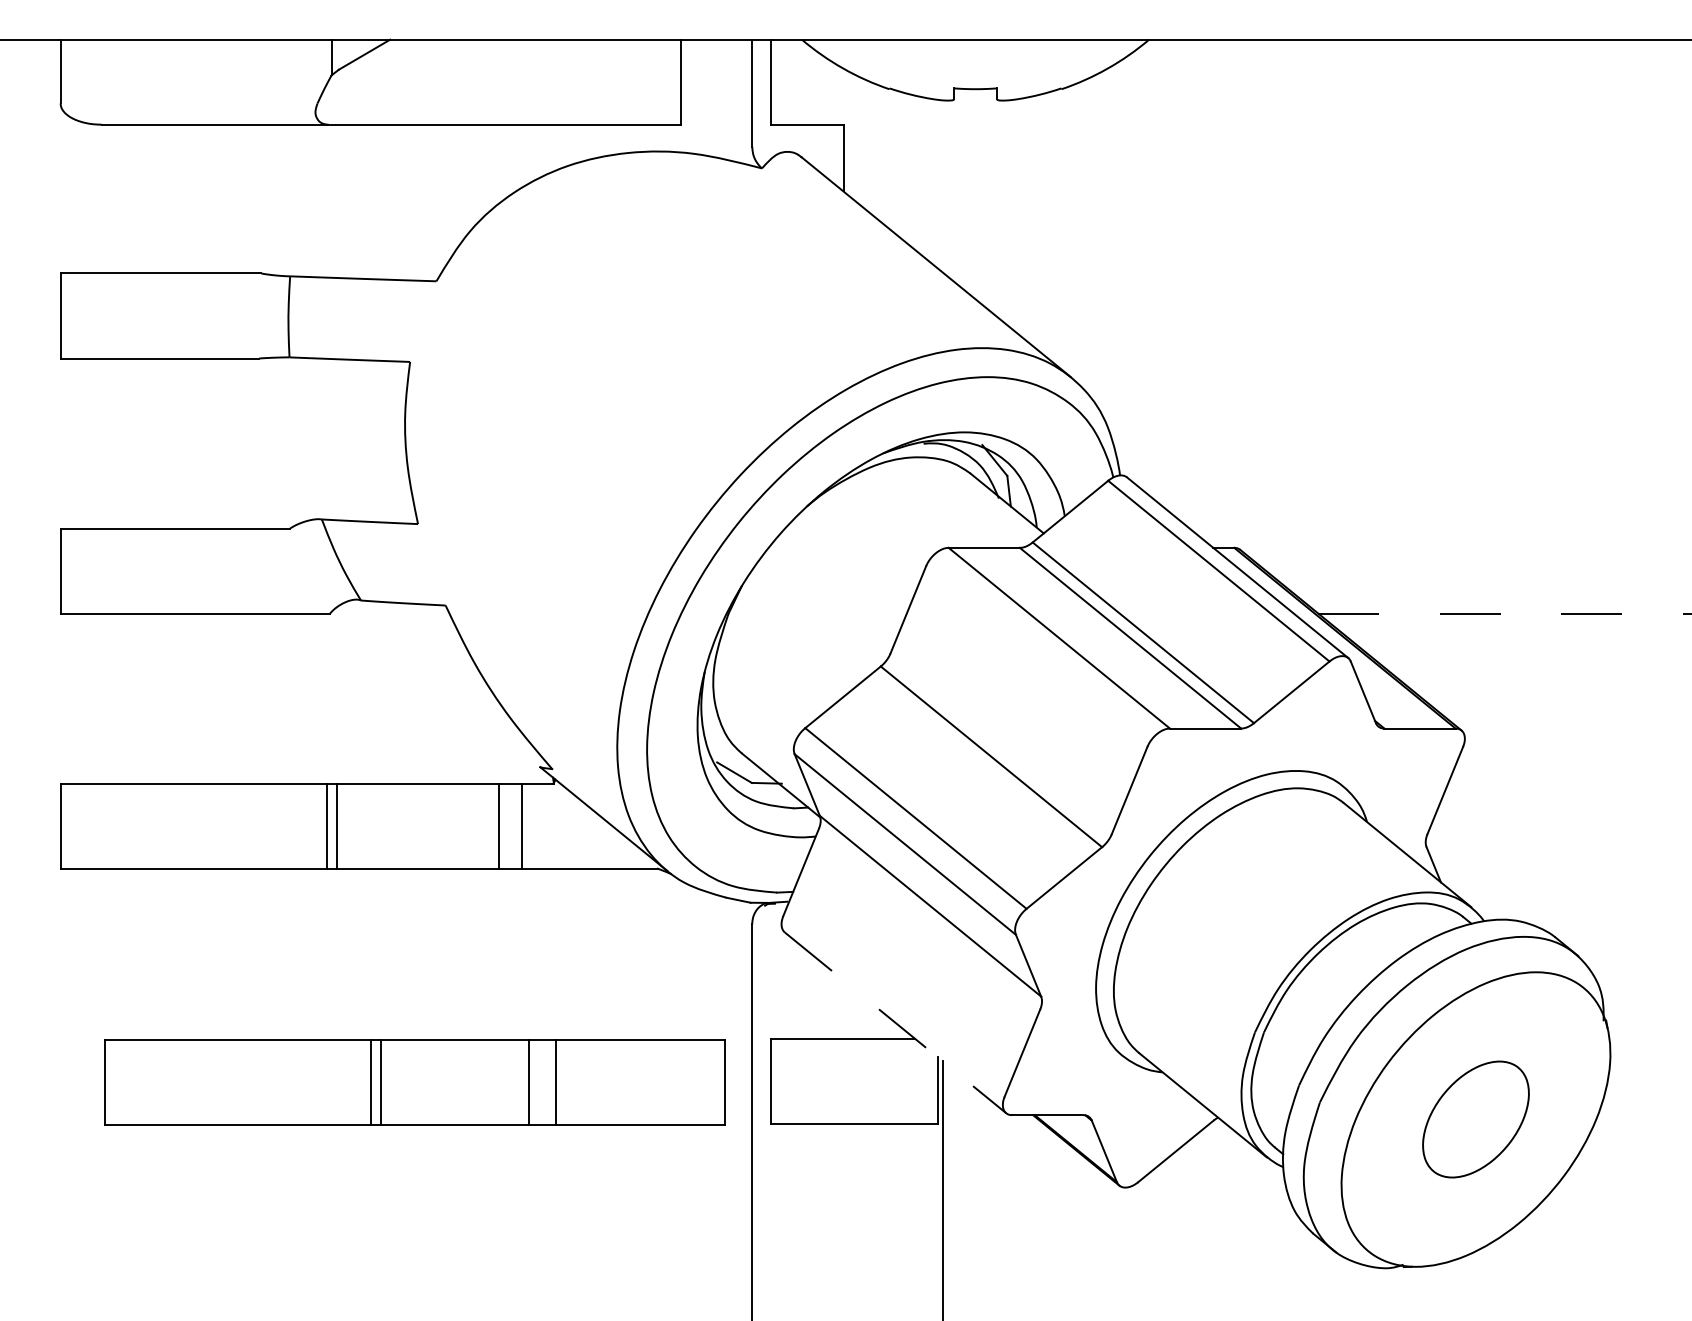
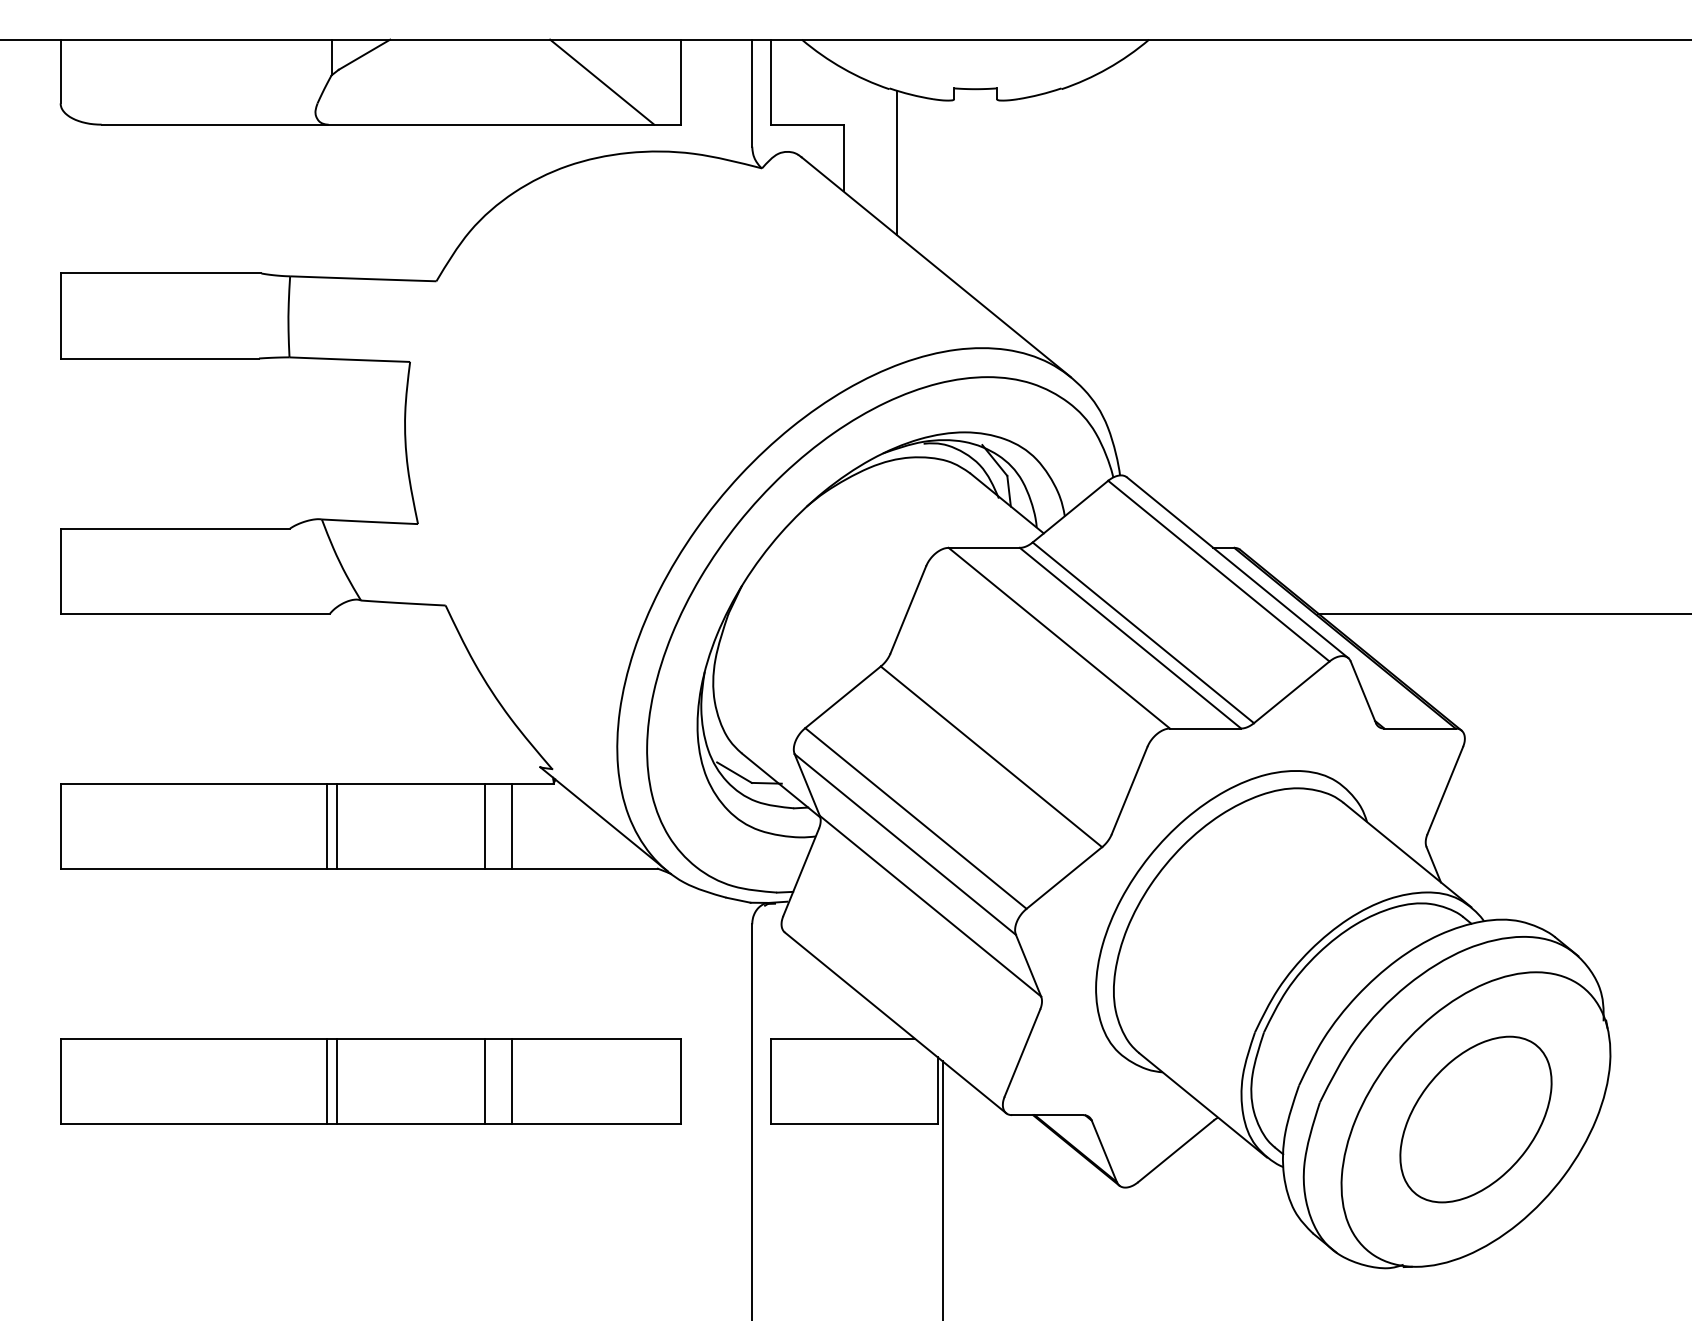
line at (602, 81): none -> present
line at (896, 162): none -> present
line at (1505, 613): dashed -> solid
line at (498, 825) position: (498, 825) -> (484, 825)
line at (521, 825) position: (521, 825) -> (511, 825)
line at (895, 1022): dashed -> solid
part at (414, 1082) position: (414, 1082) -> (370, 1081)
part at (1475, 1119) size: 108x119 px -> 154x169 px
